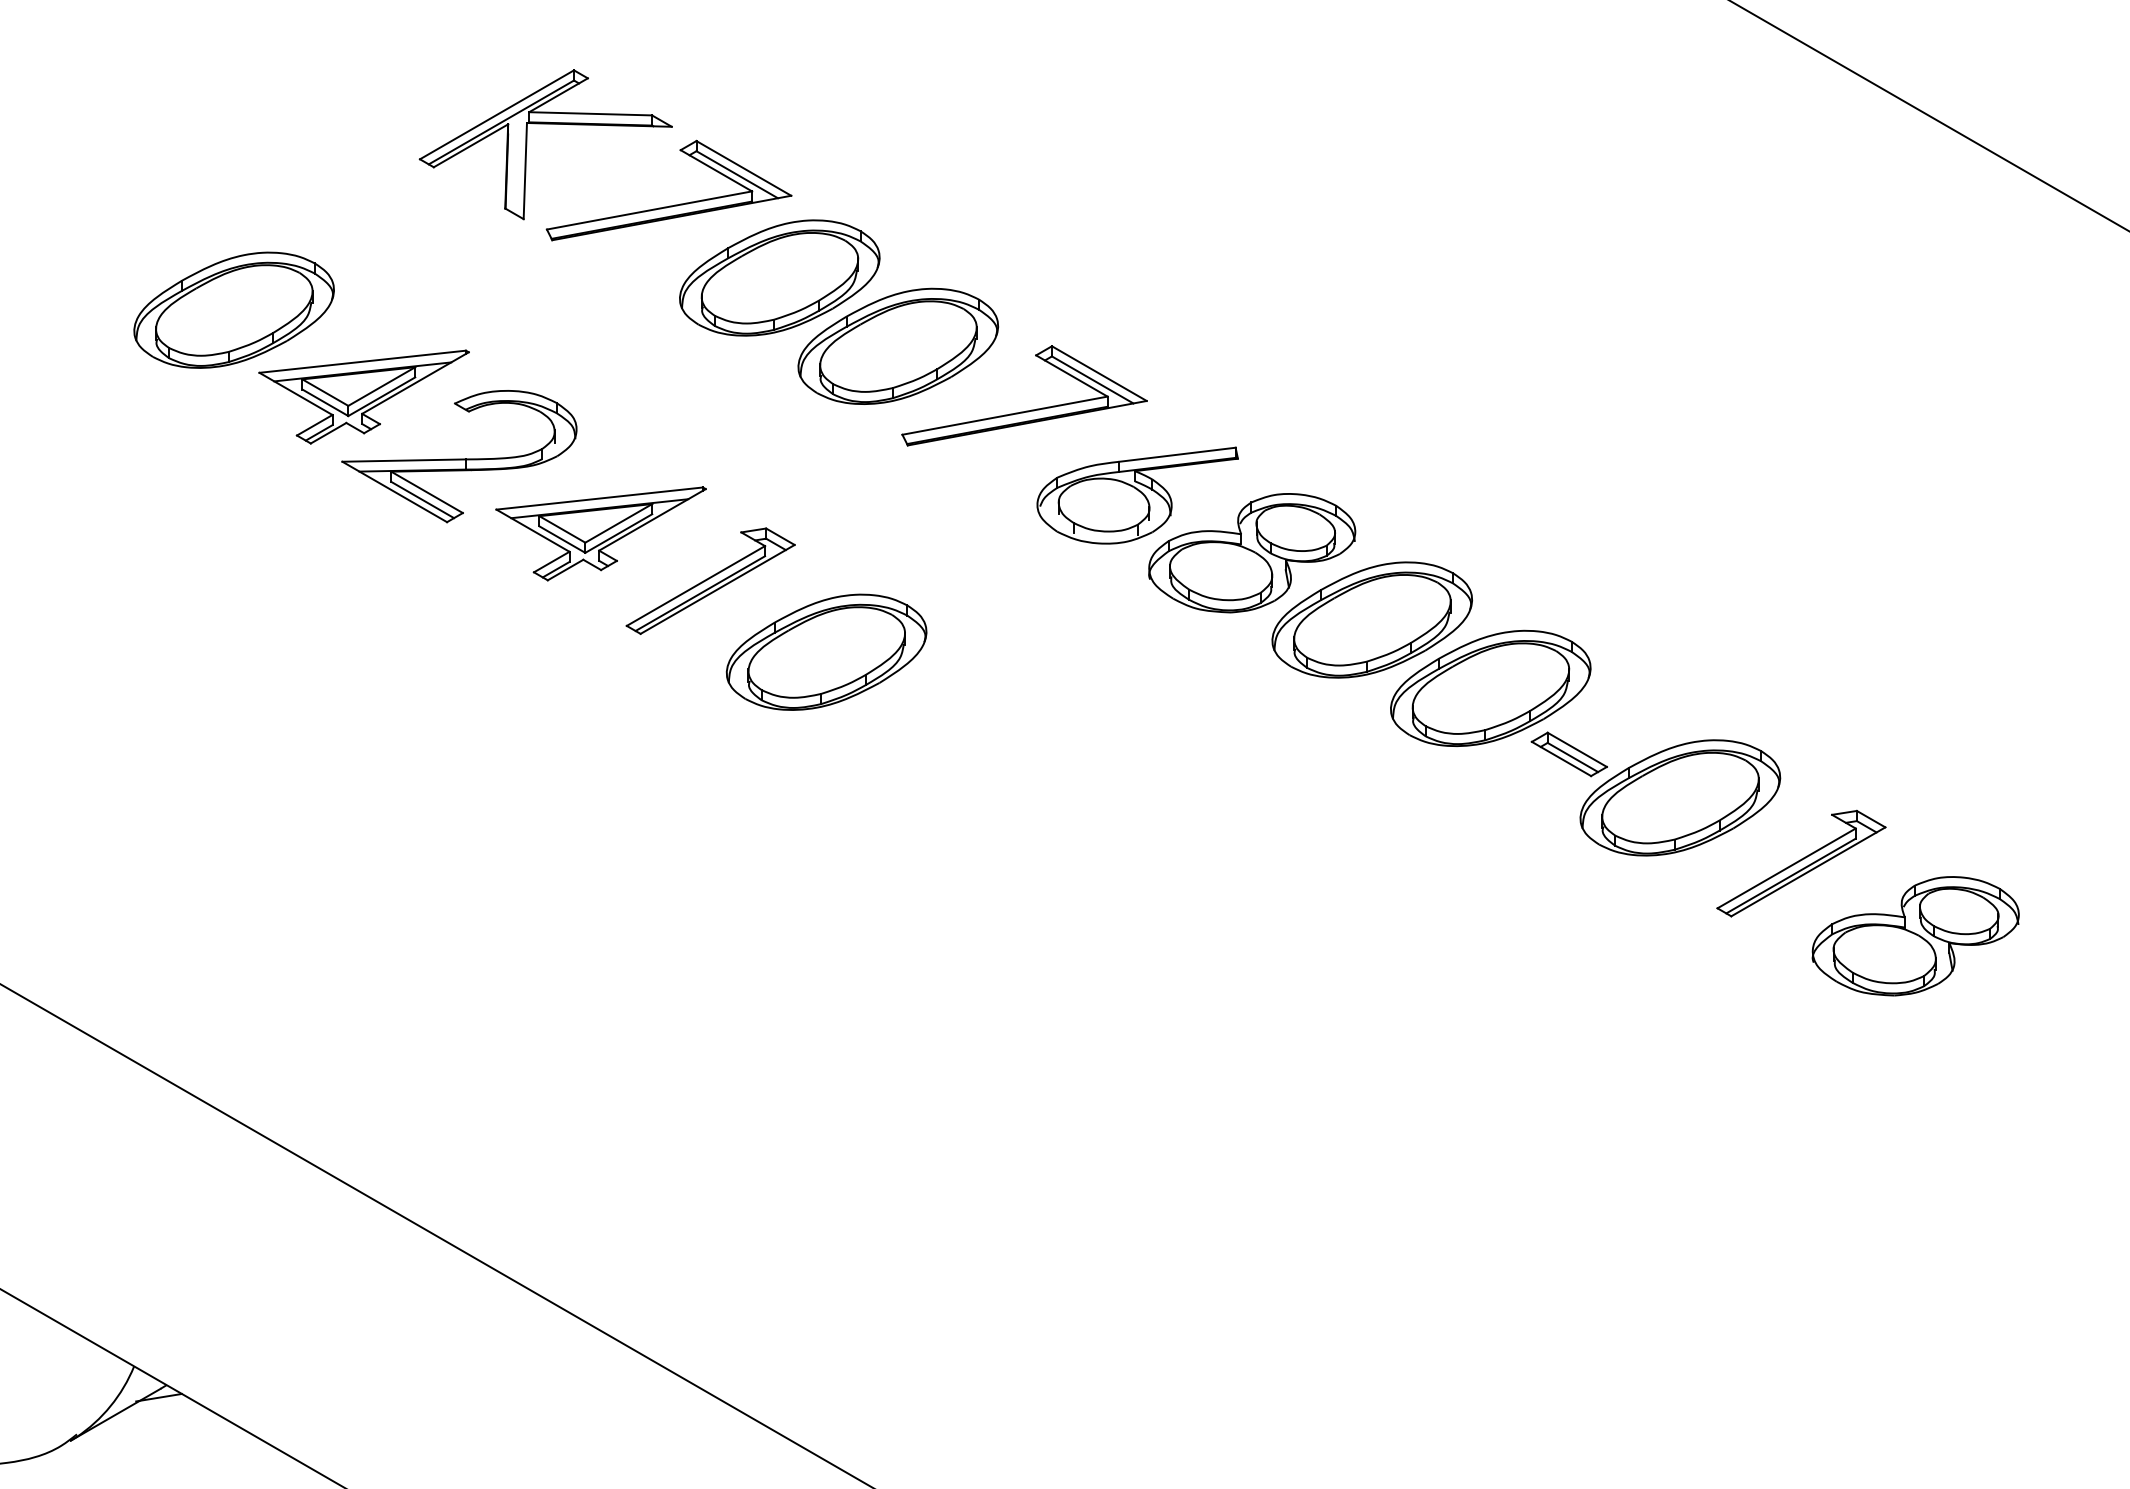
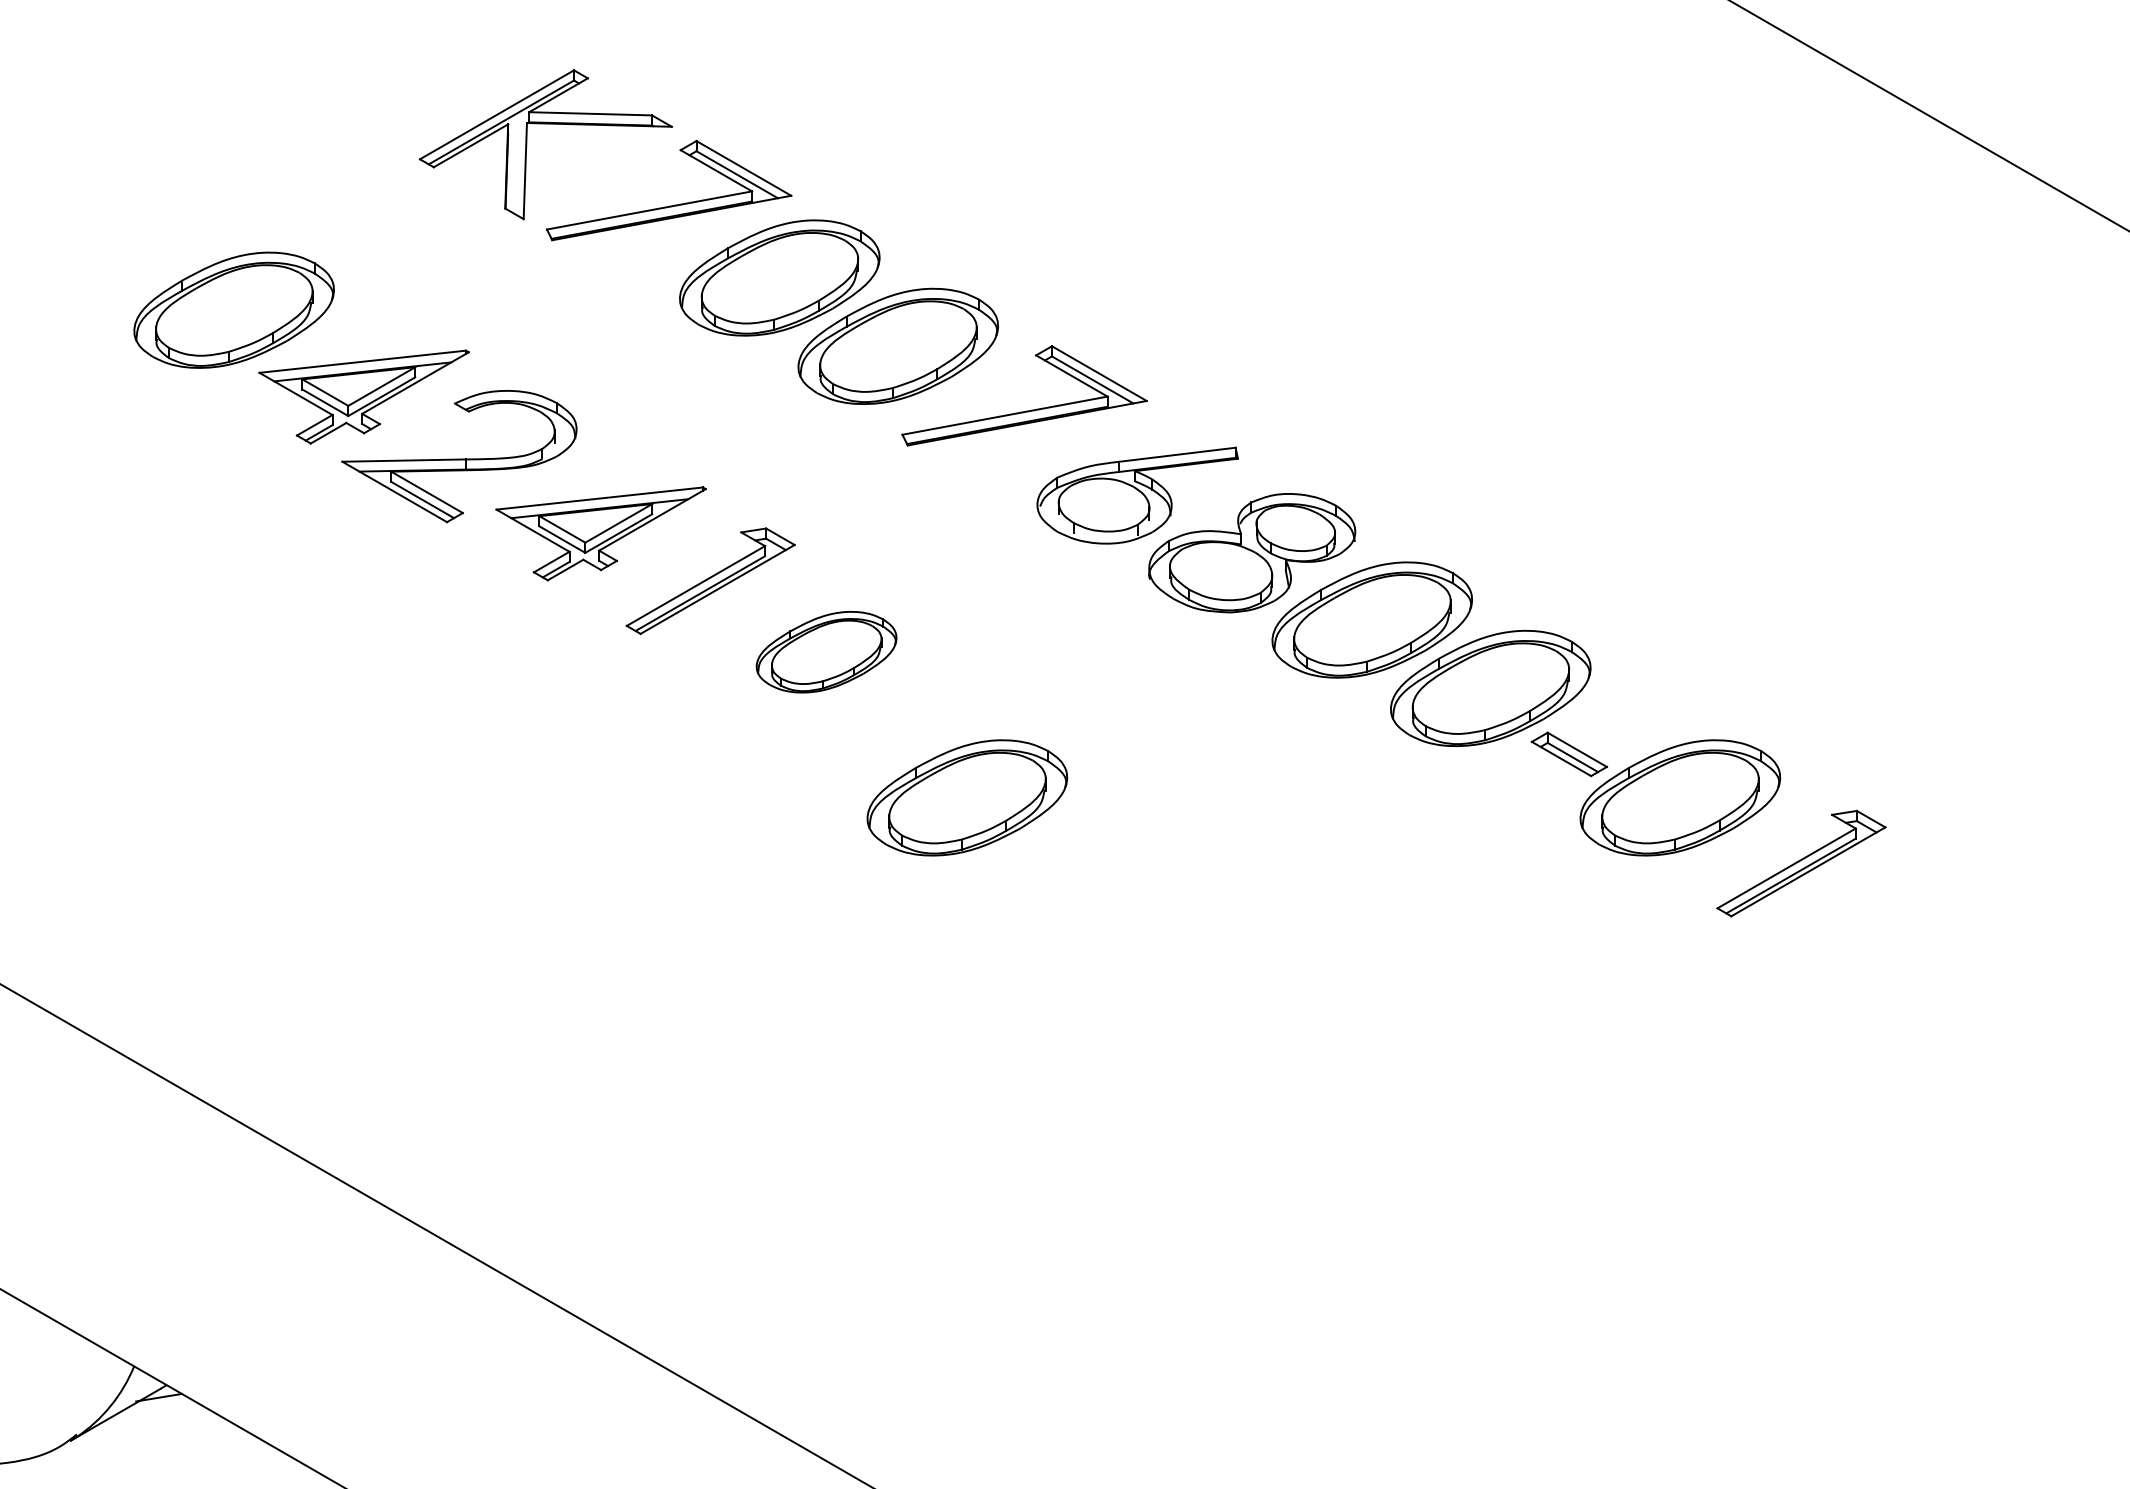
part at (826, 651) size: 203x118 px -> 143x83 px
part at (967, 797): none -> present
part at (1915, 936): present -> none
